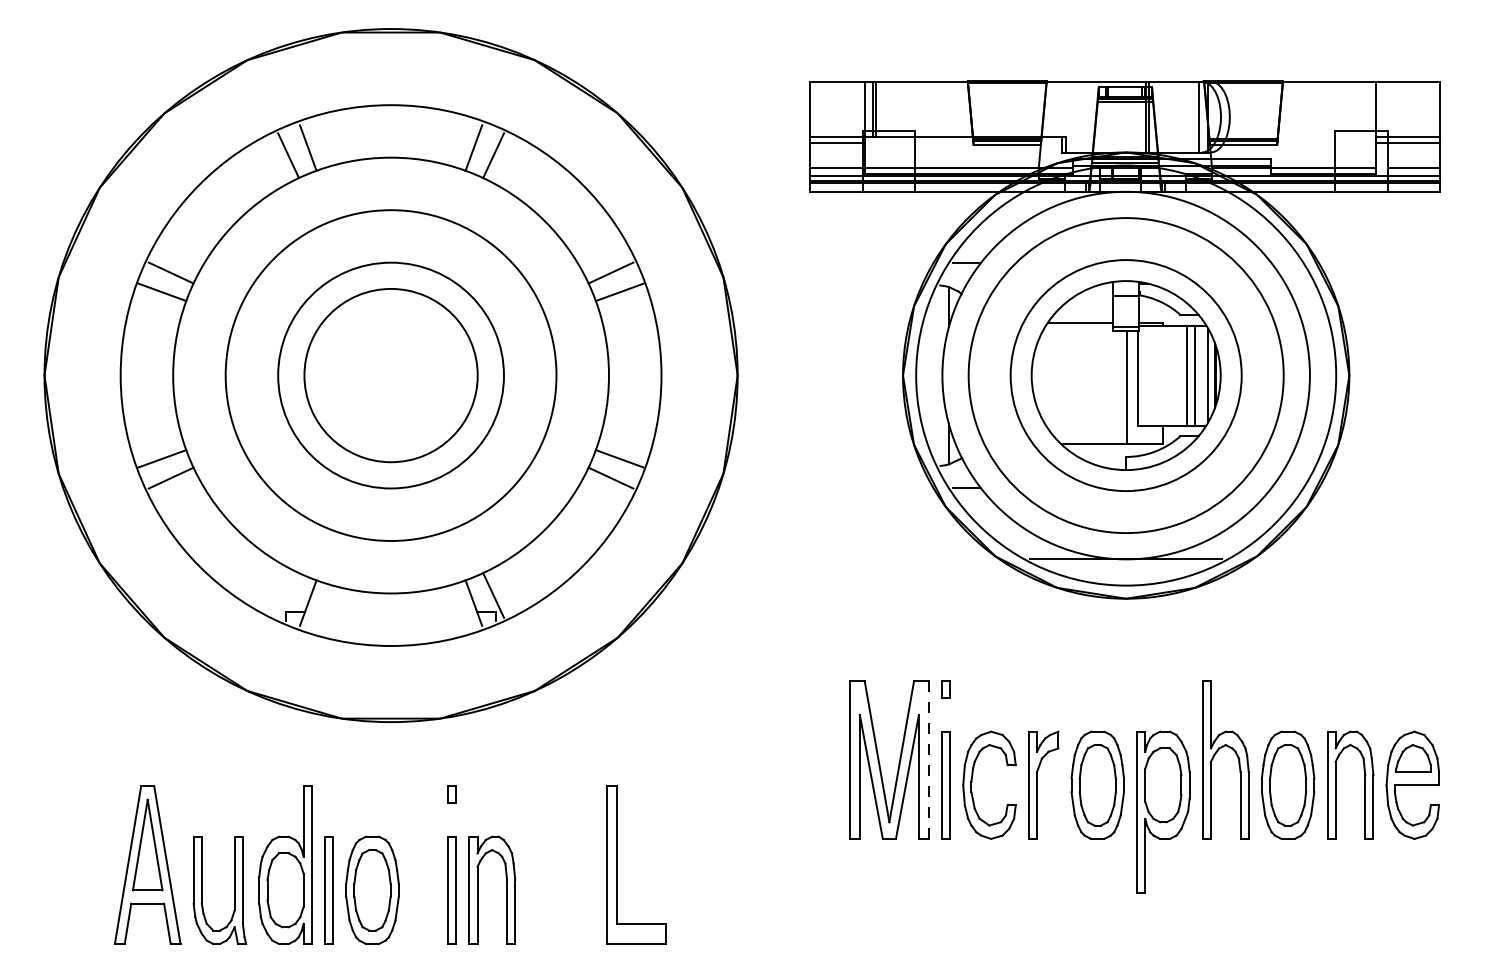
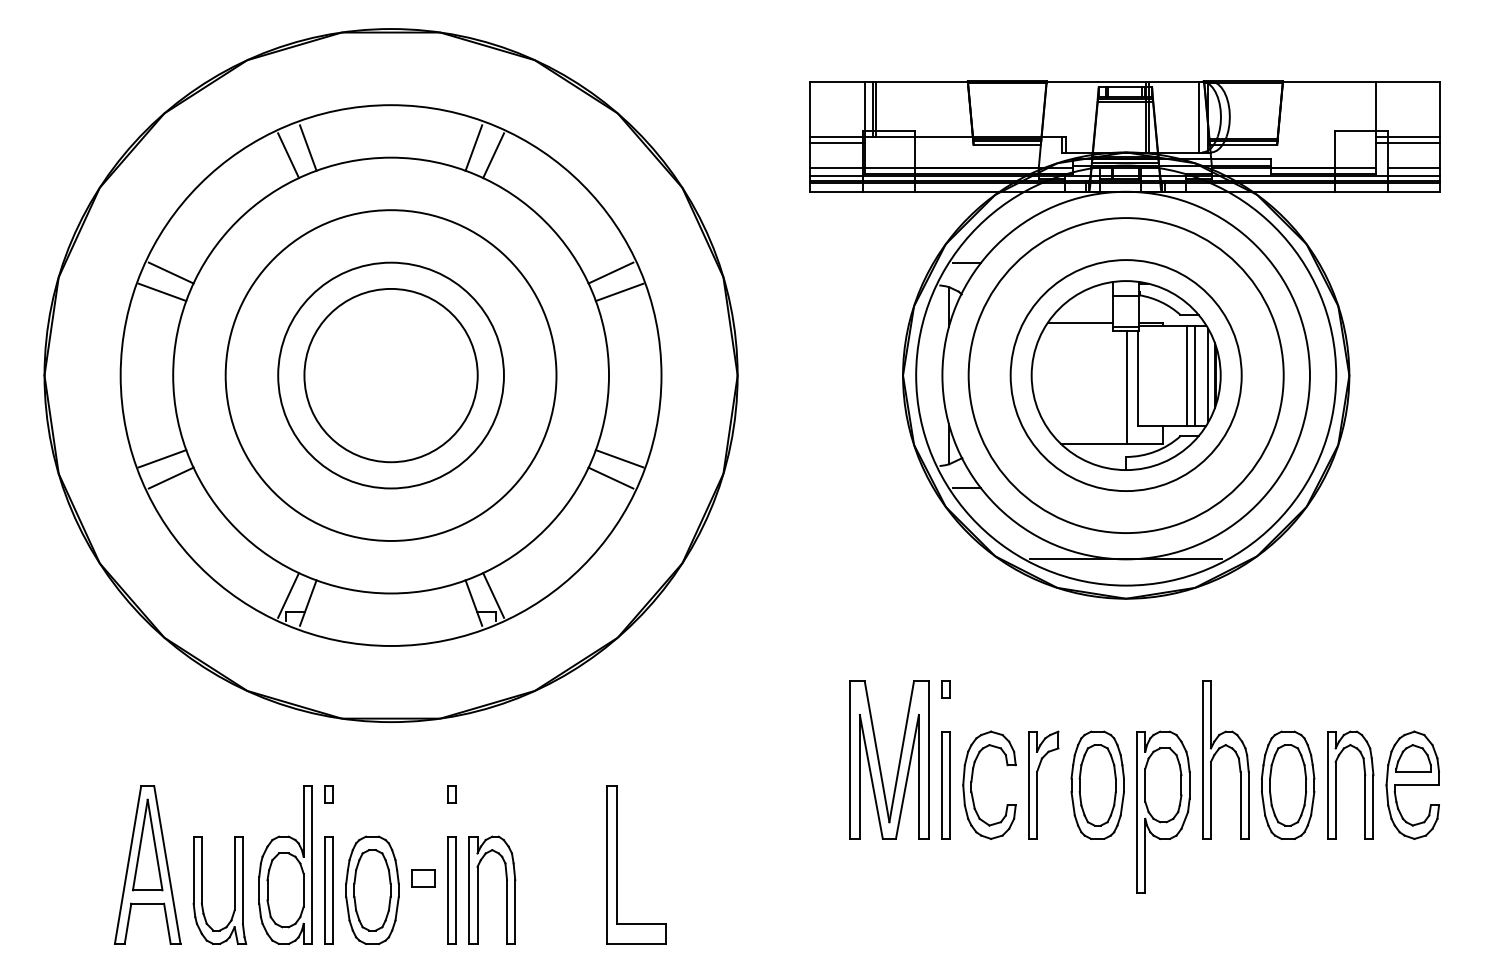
line at (288, 595): none -> present
line at (928, 760): dashed -> solid
part at (328, 794): none -> present
part at (423, 878): none -> present
